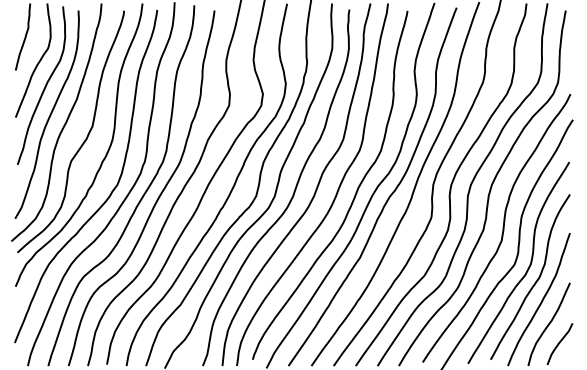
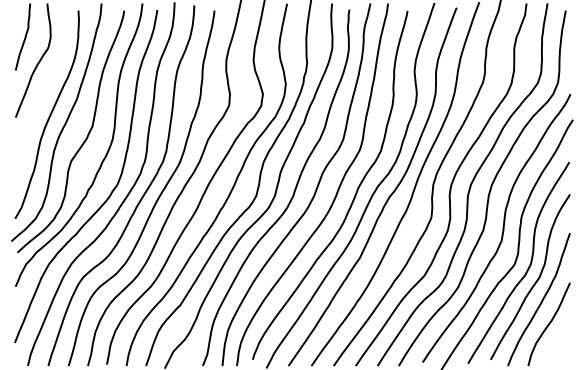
curve at (44, 86): present -> none
curve at (559, 343): present -> none
